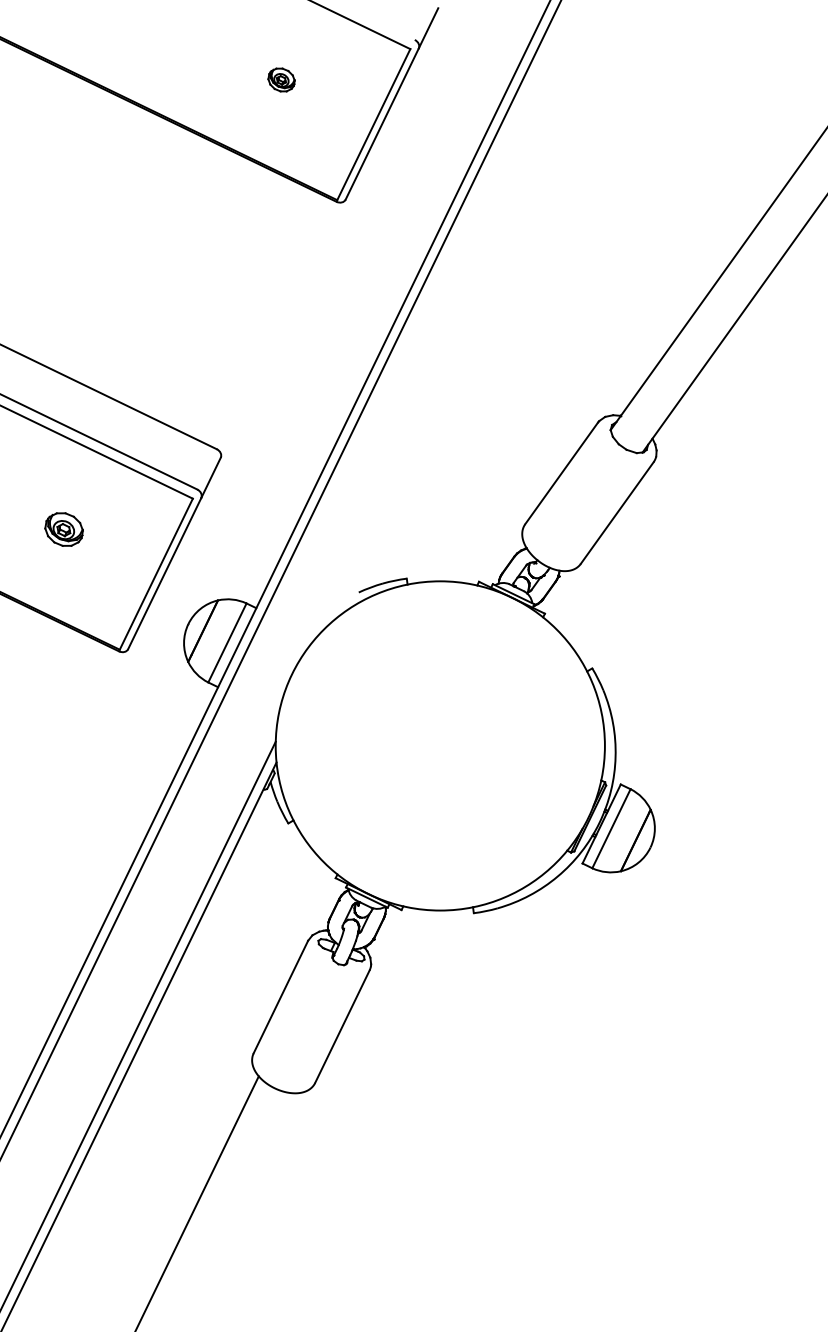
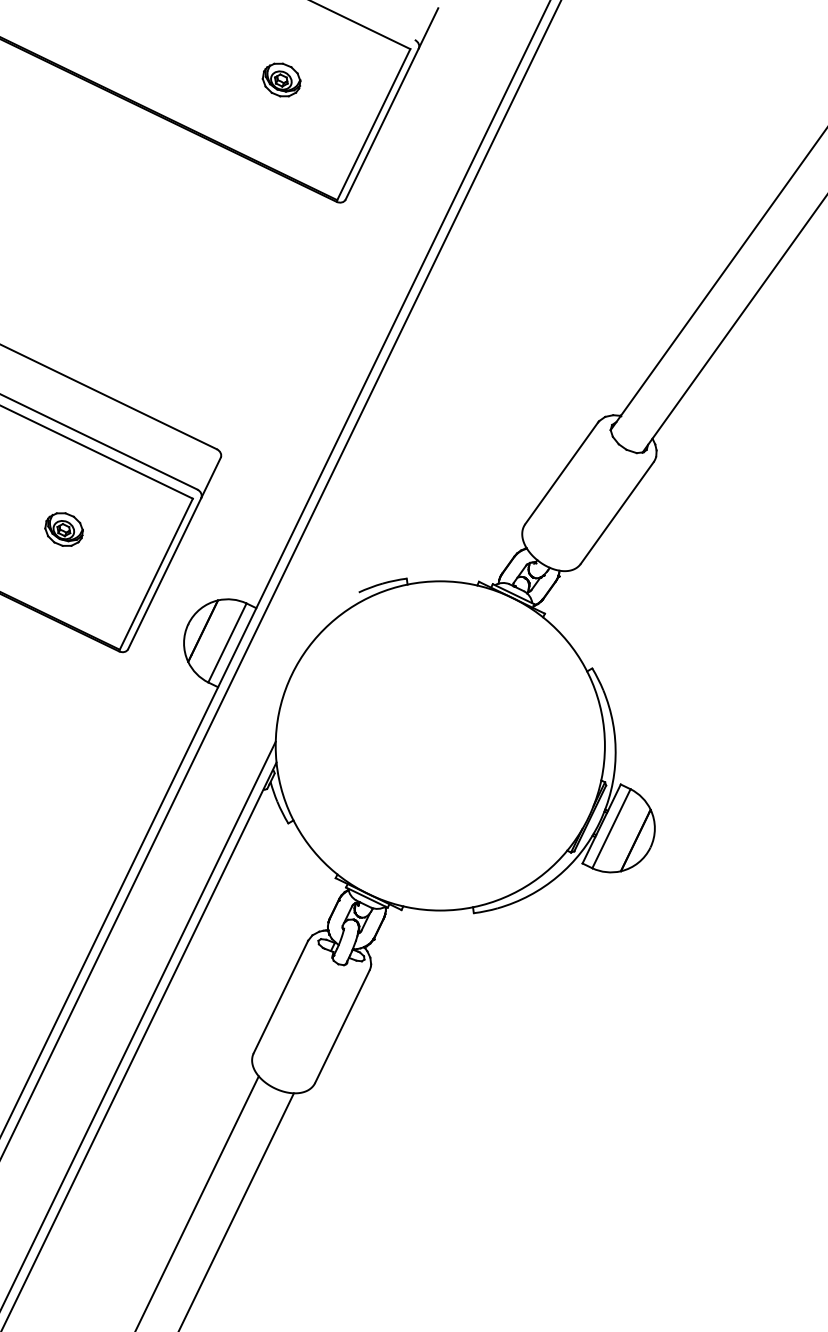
part at (281, 79) size: 29x26 px -> 41x36 px
line at (236, 1210): none -> present
